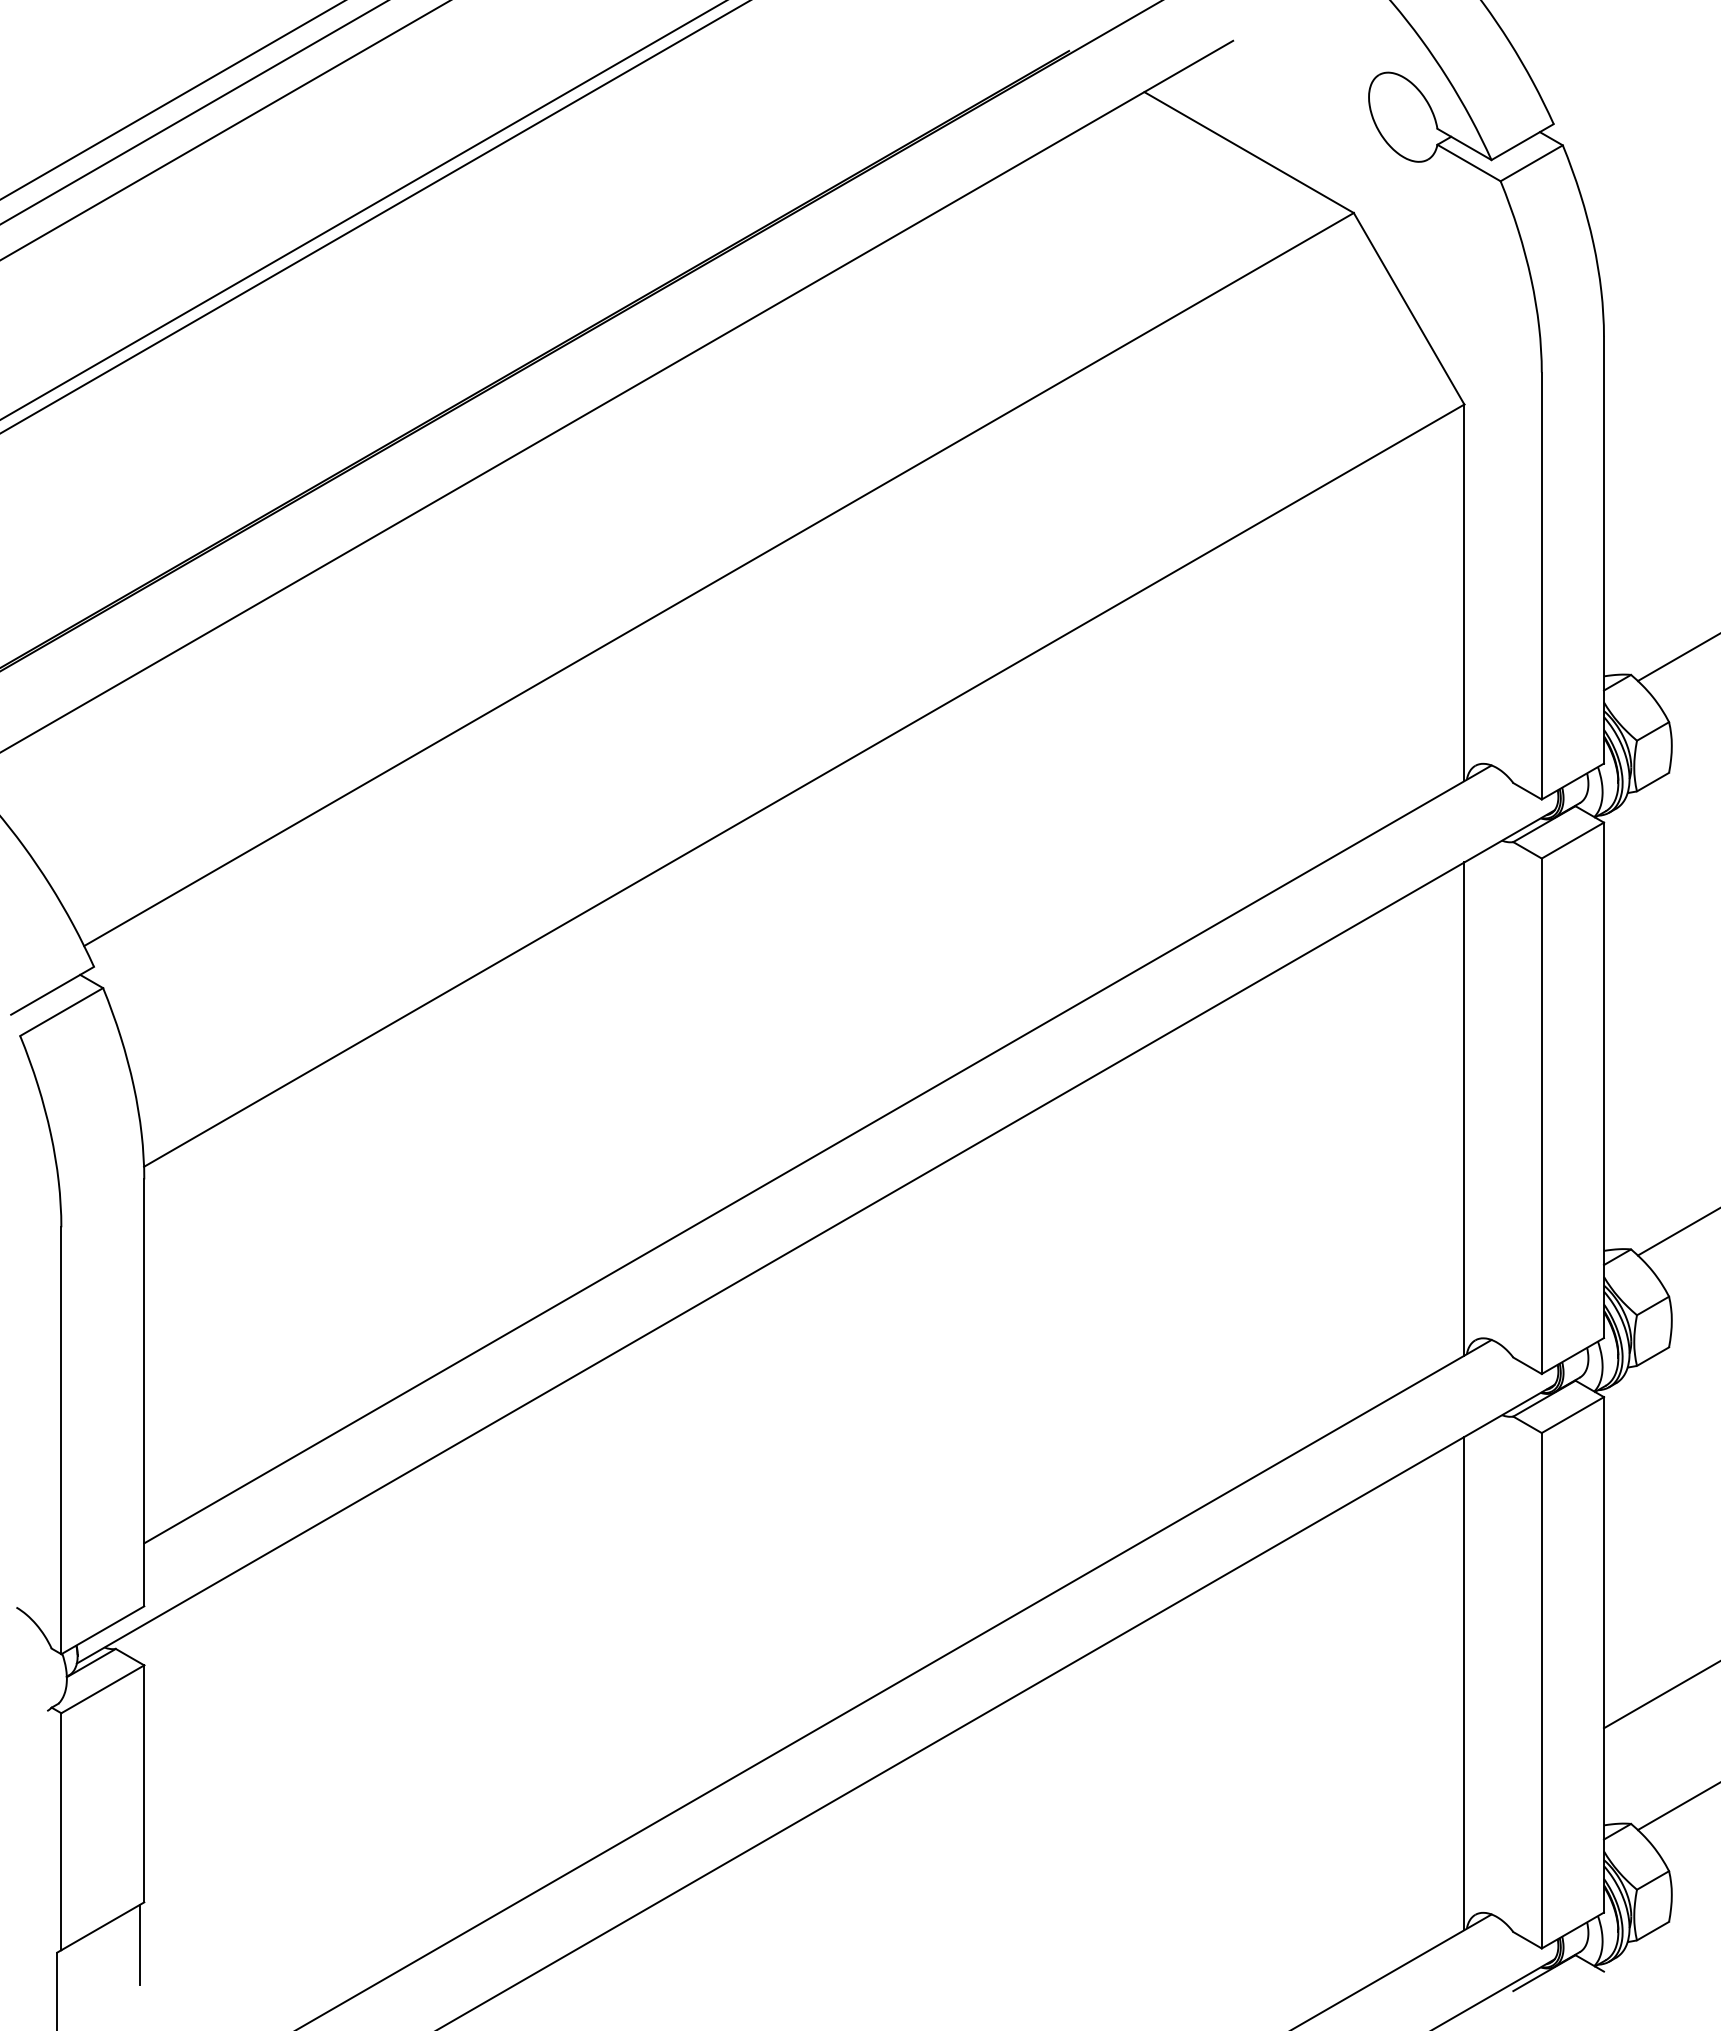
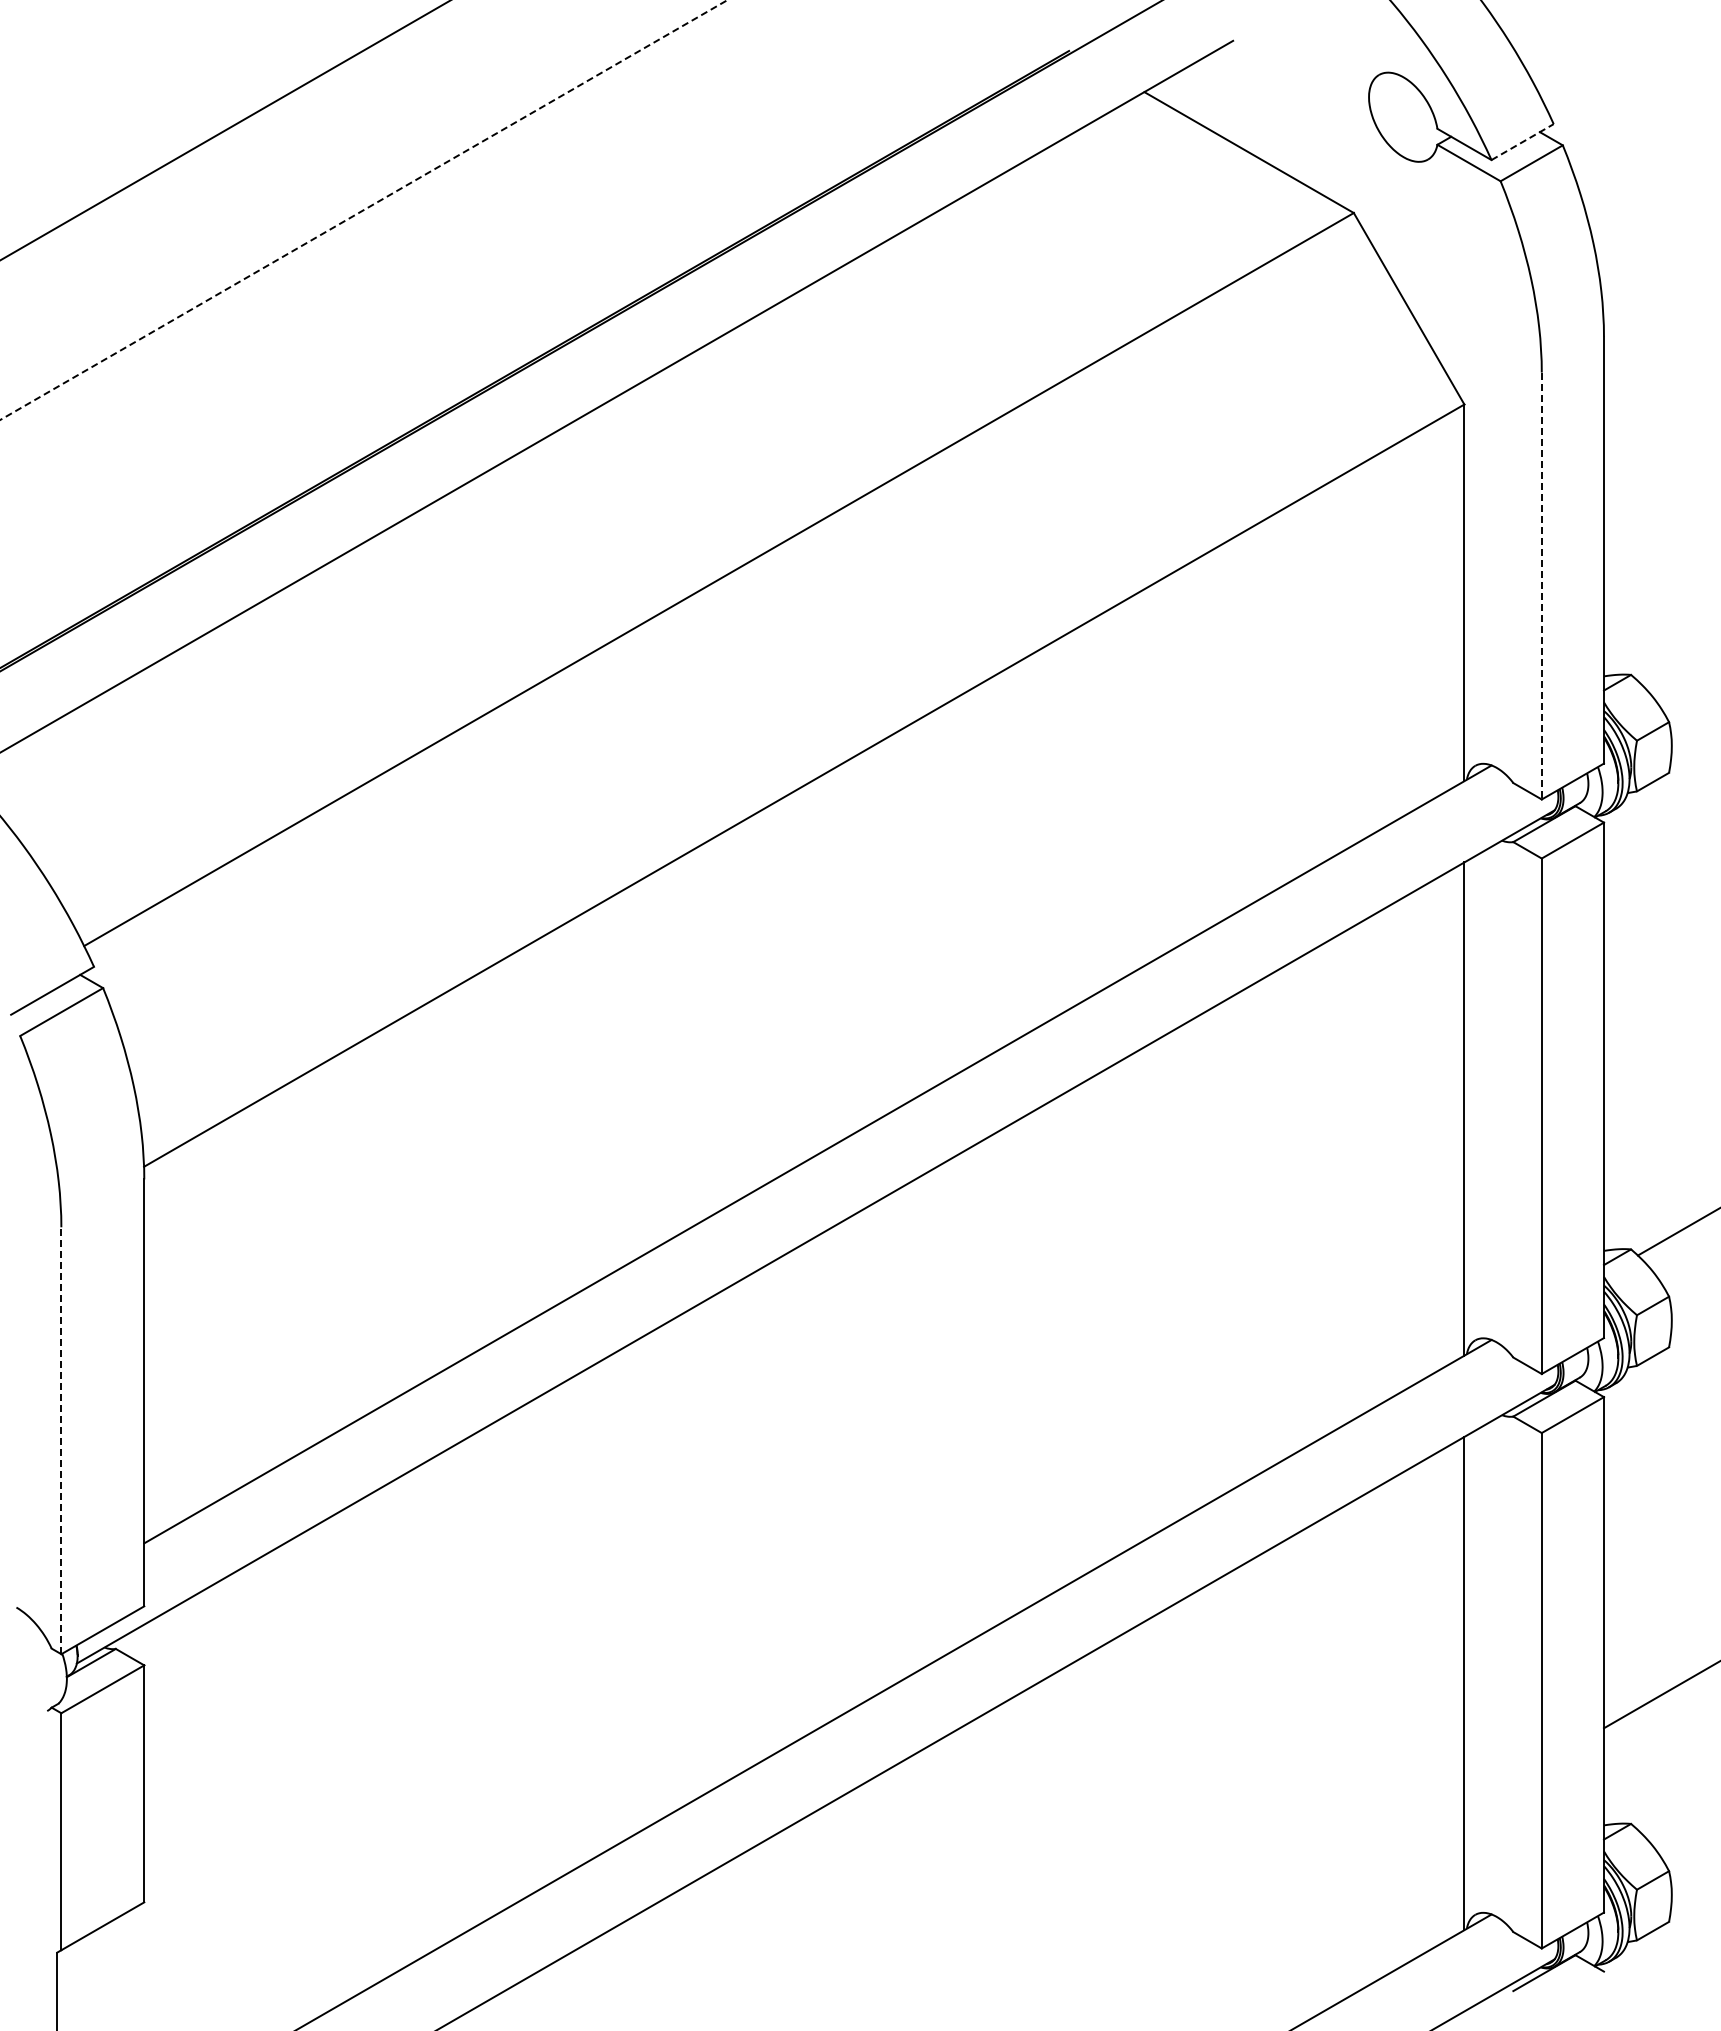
line at (172, 100): present -> none
line at (193, 112): present -> none
line at (1522, 142): solid -> dashed
line at (363, 210): solid -> dashed
line at (374, 217): present -> none
line at (1541, 586): solid -> dashed
line at (1677, 658): present -> none
line at (61, 1440): solid -> dashed
line at (1677, 1807): present -> none
line at (140, 1944): present -> none
